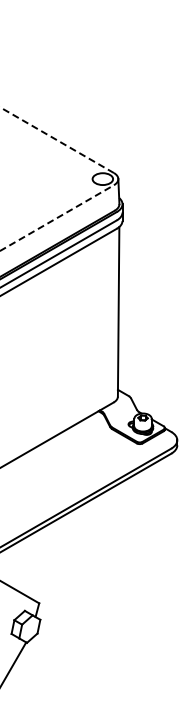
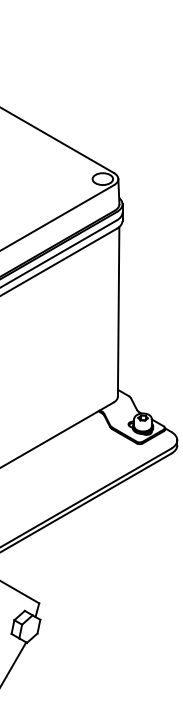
line at (56, 140): dashed -> solid
line at (57, 217): dashed -> solid
